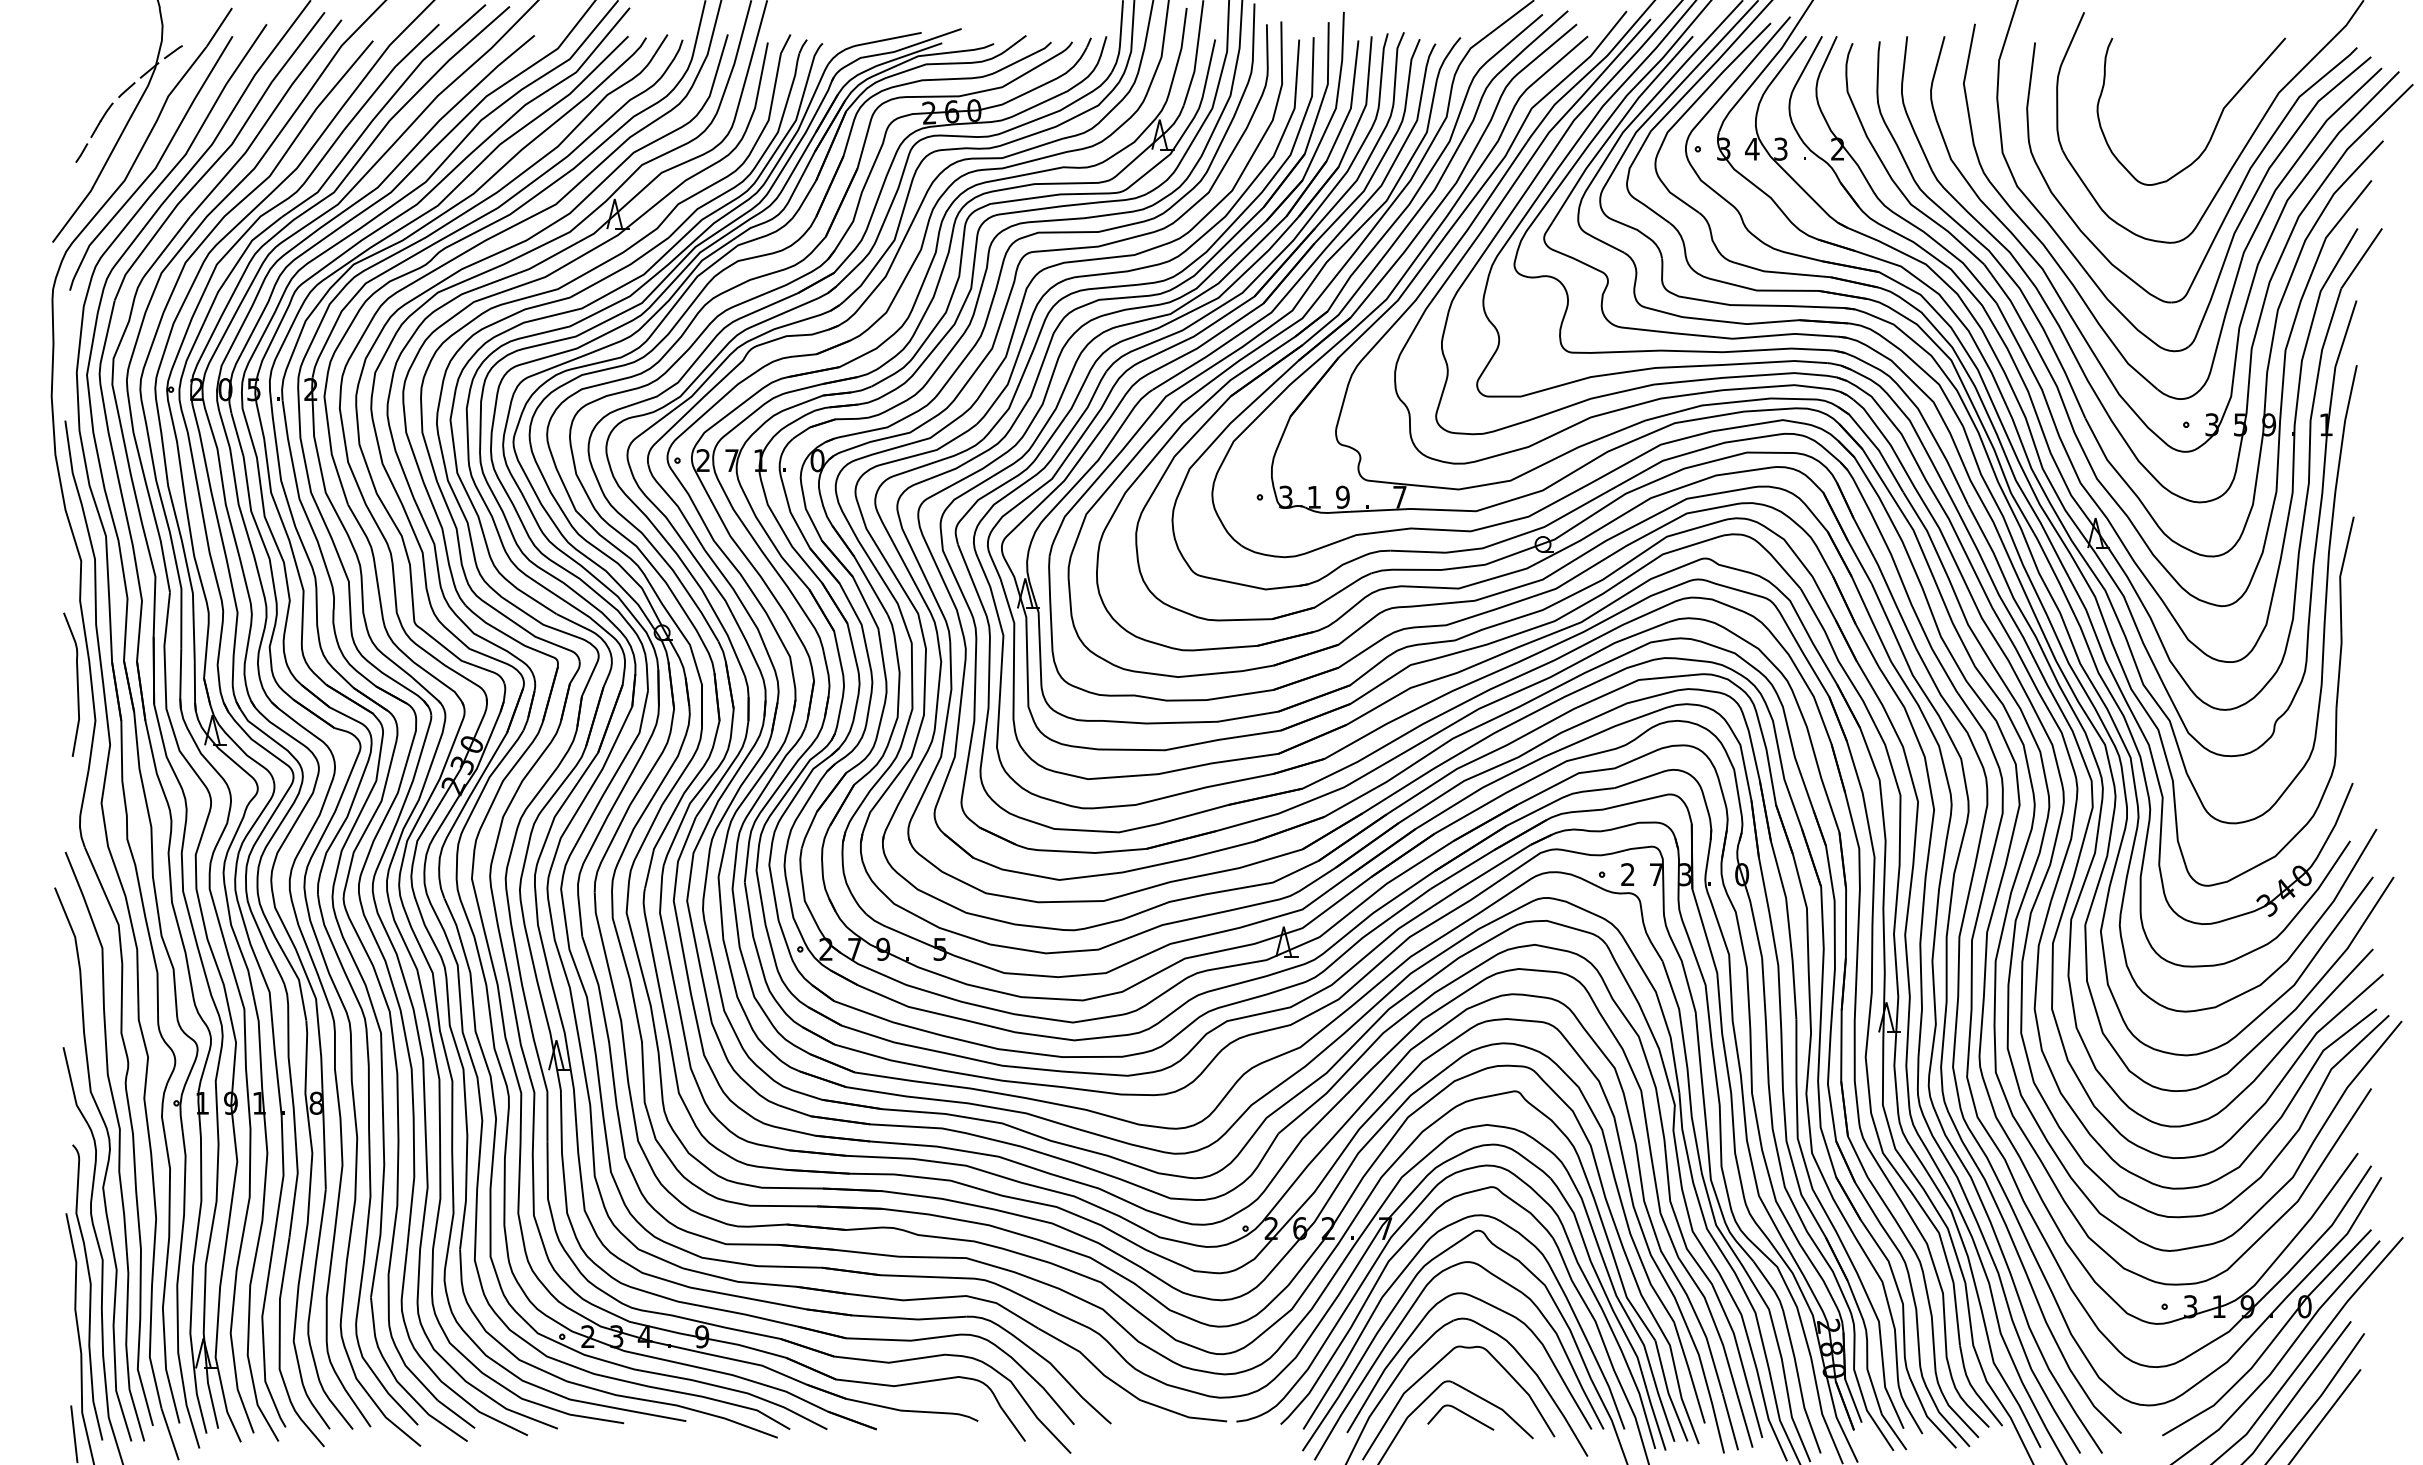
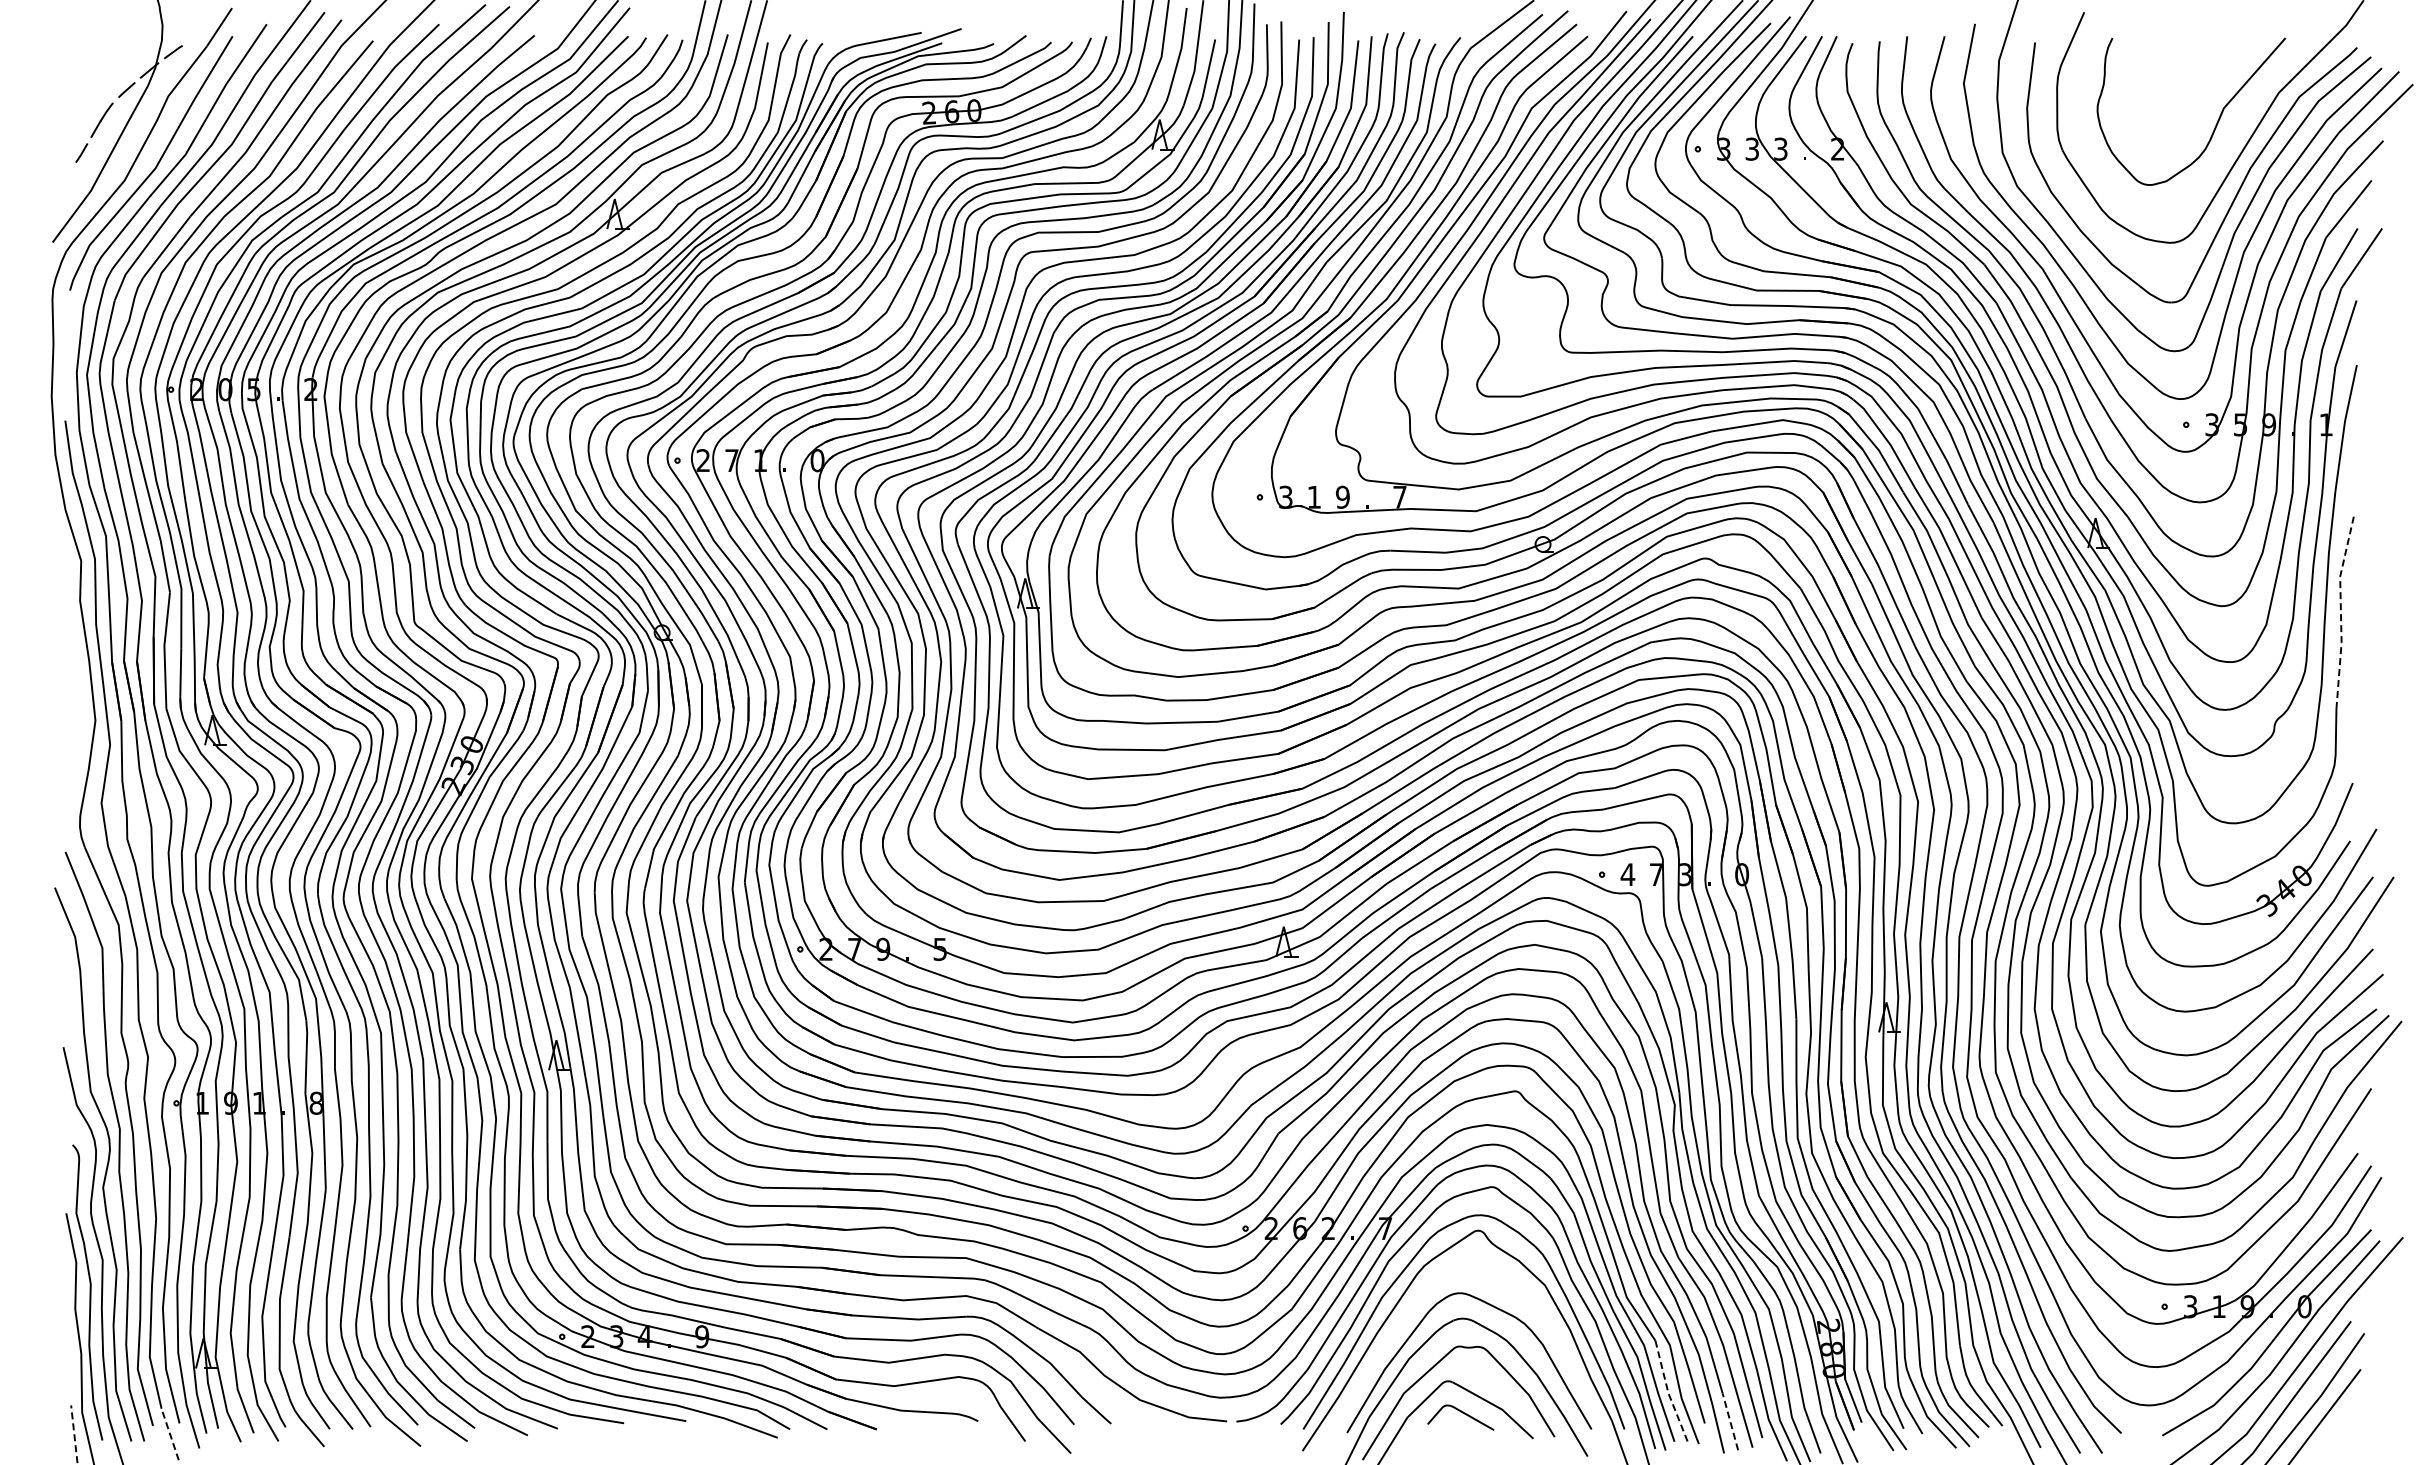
text at (1752, 148): 4 -> 3
line at (2340, 612): solid -> dashed
curve at (76, 683): present -> none
text at (1627, 874): 2 -> 4
part at (1403, 1321): present -> none
line at (1668, 1392): solid -> dashed
line at (1730, 1421): solid -> dashed
line at (74, 1434): solid -> dashed
line at (170, 1434): solid -> dashed
